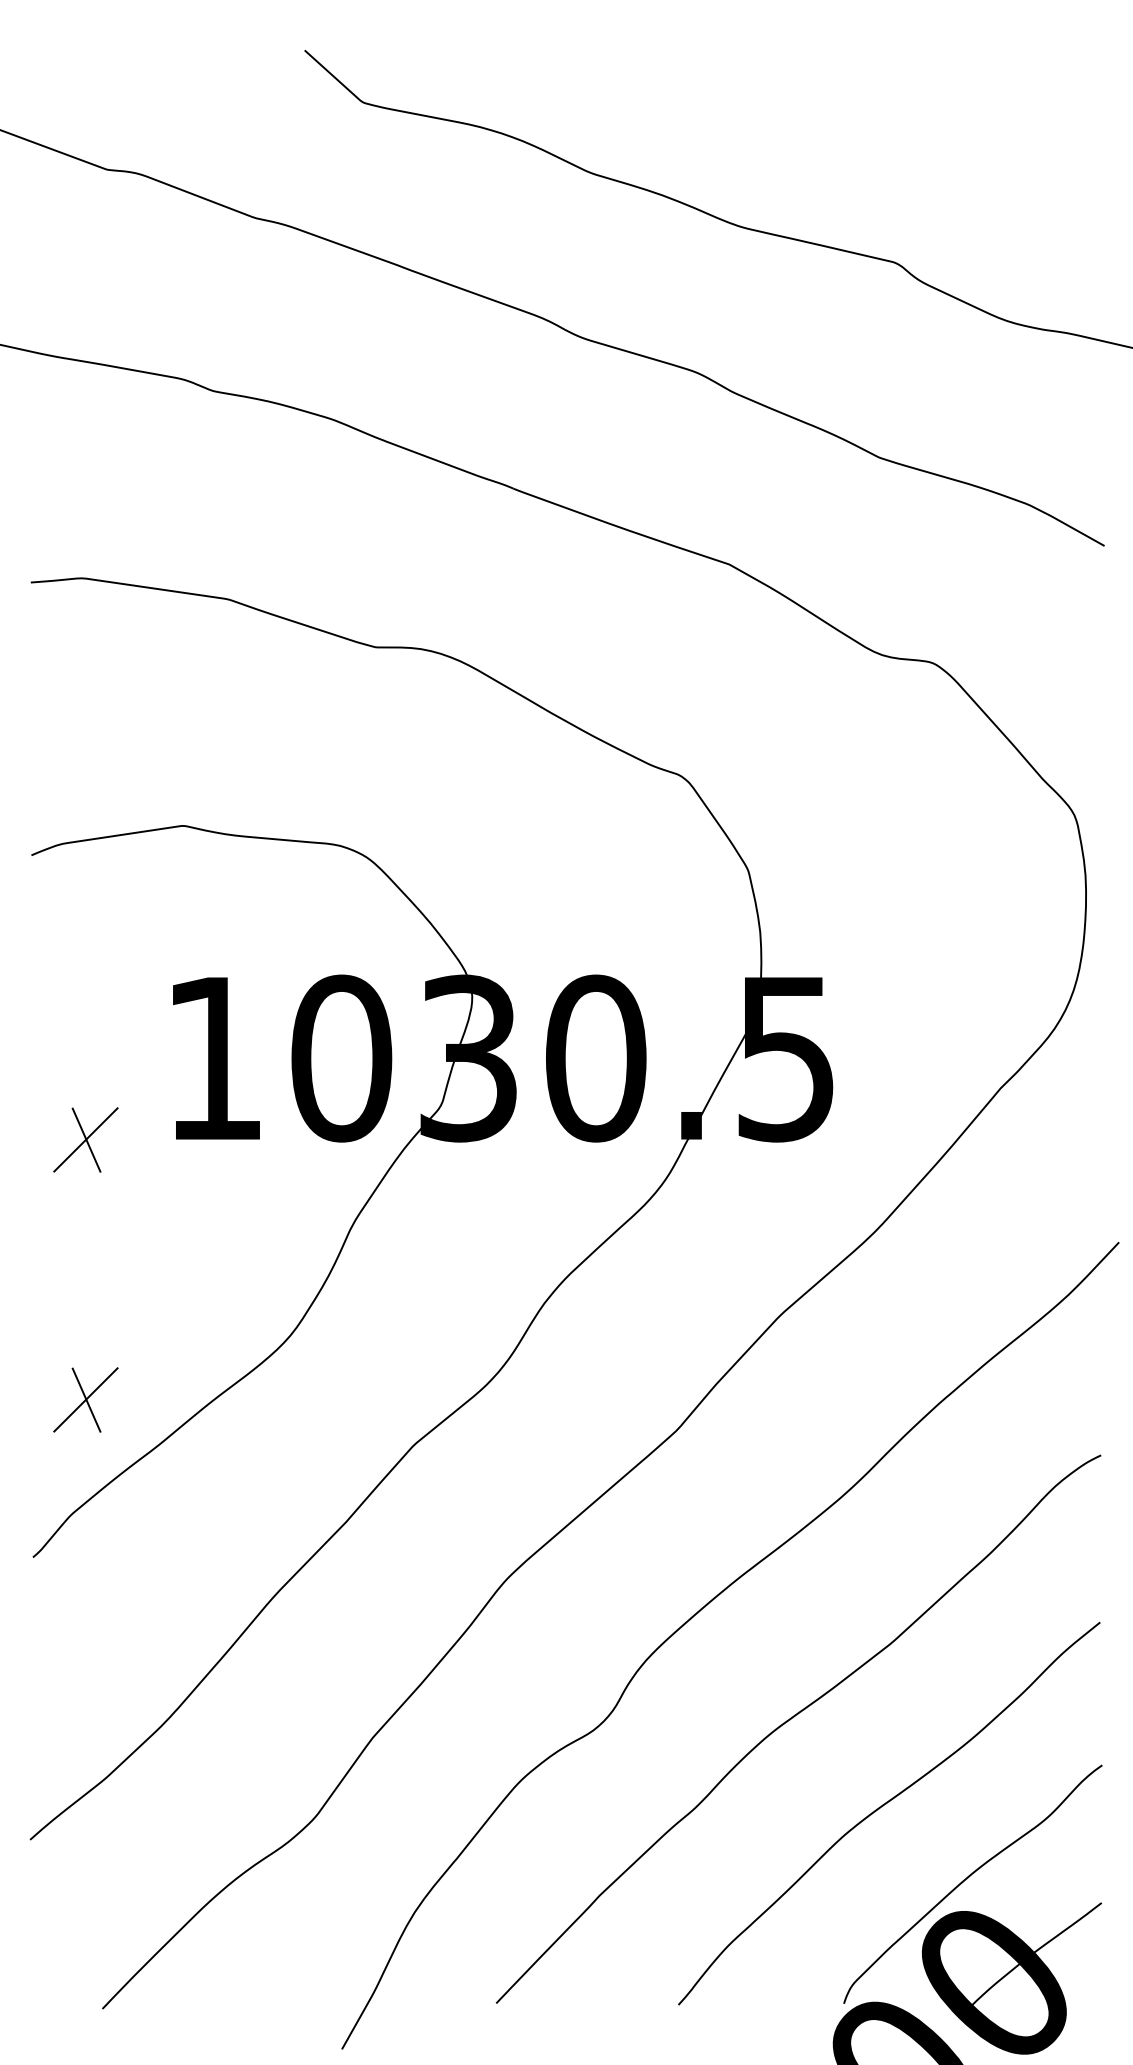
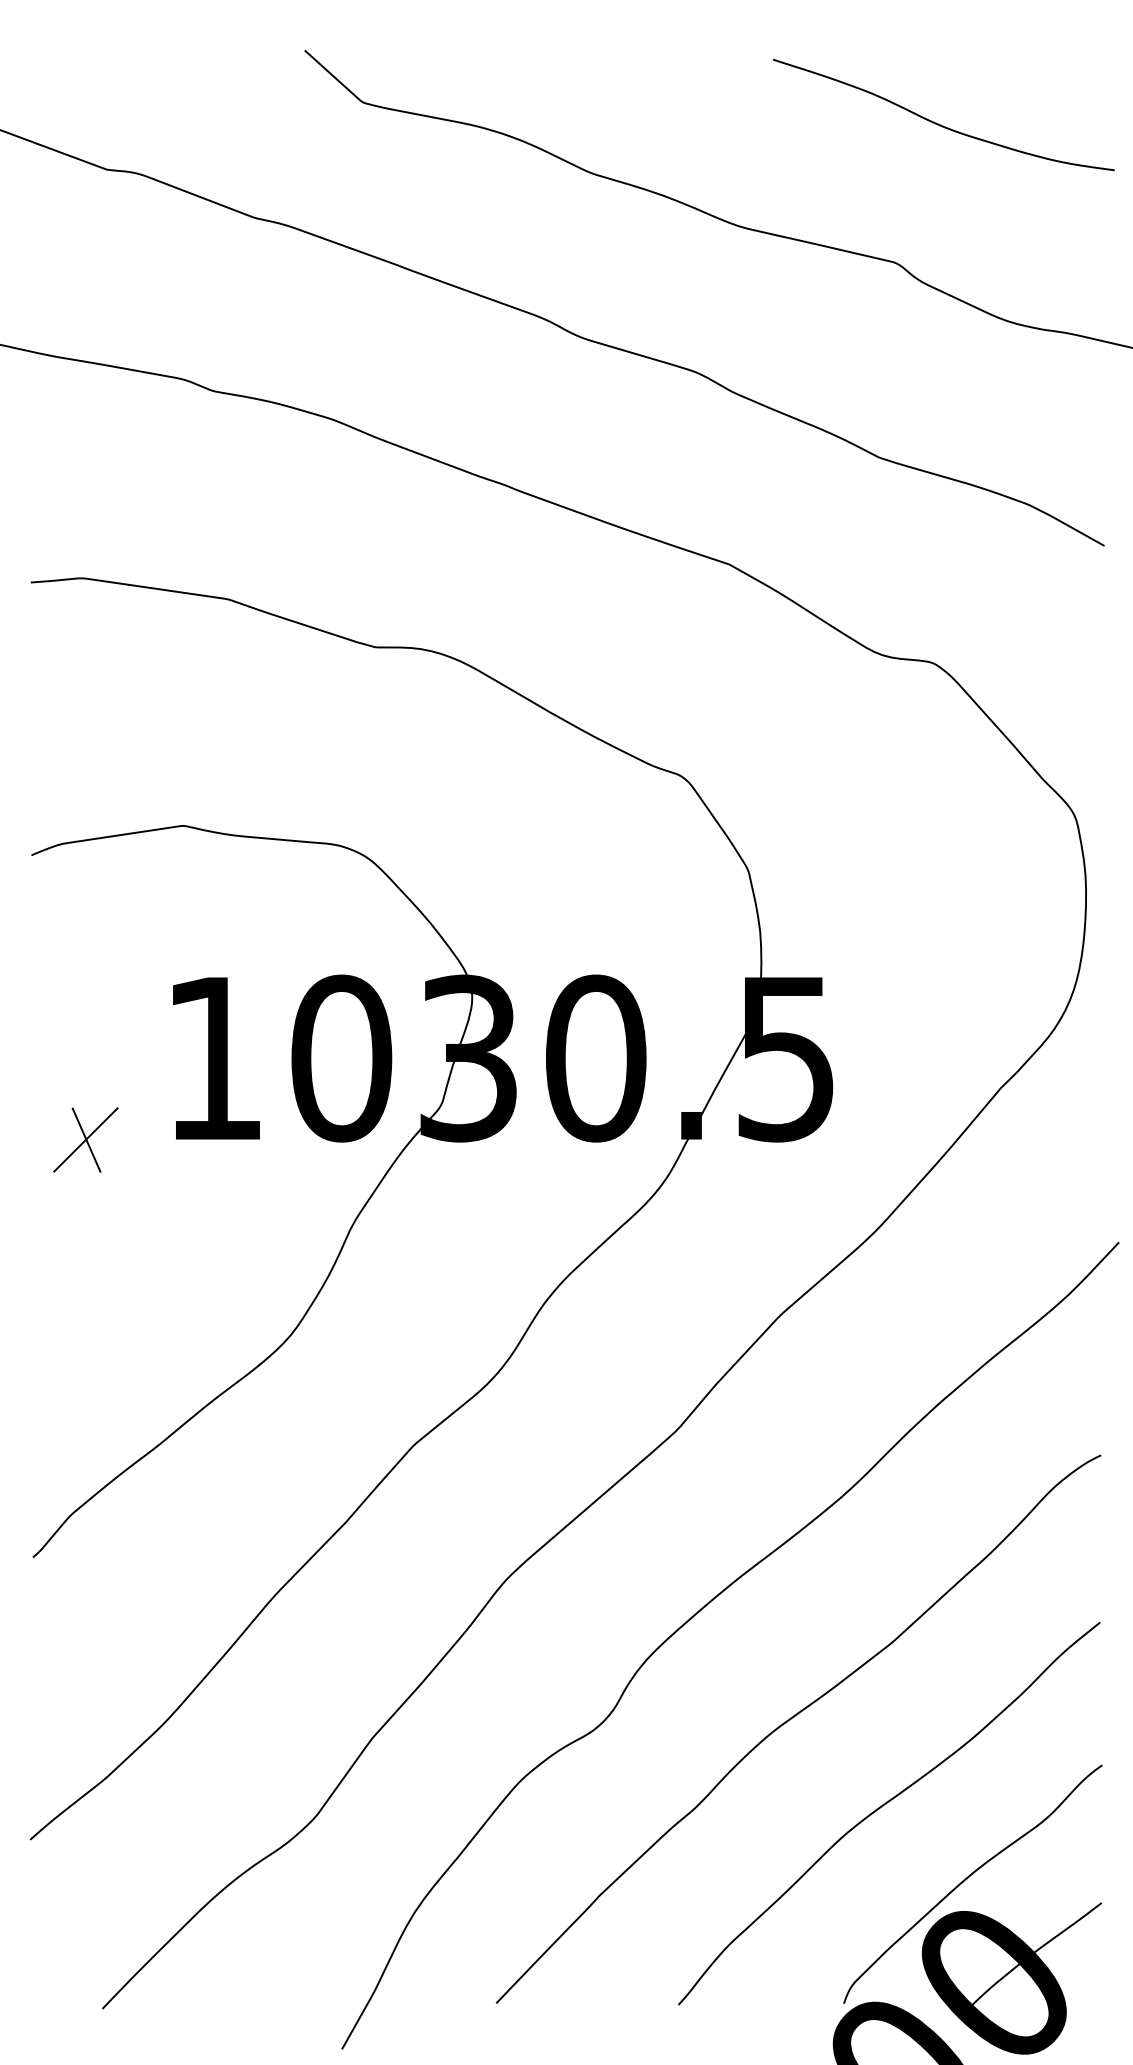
curve at (938, 123): none -> present
part at (85, 1399): present -> none
